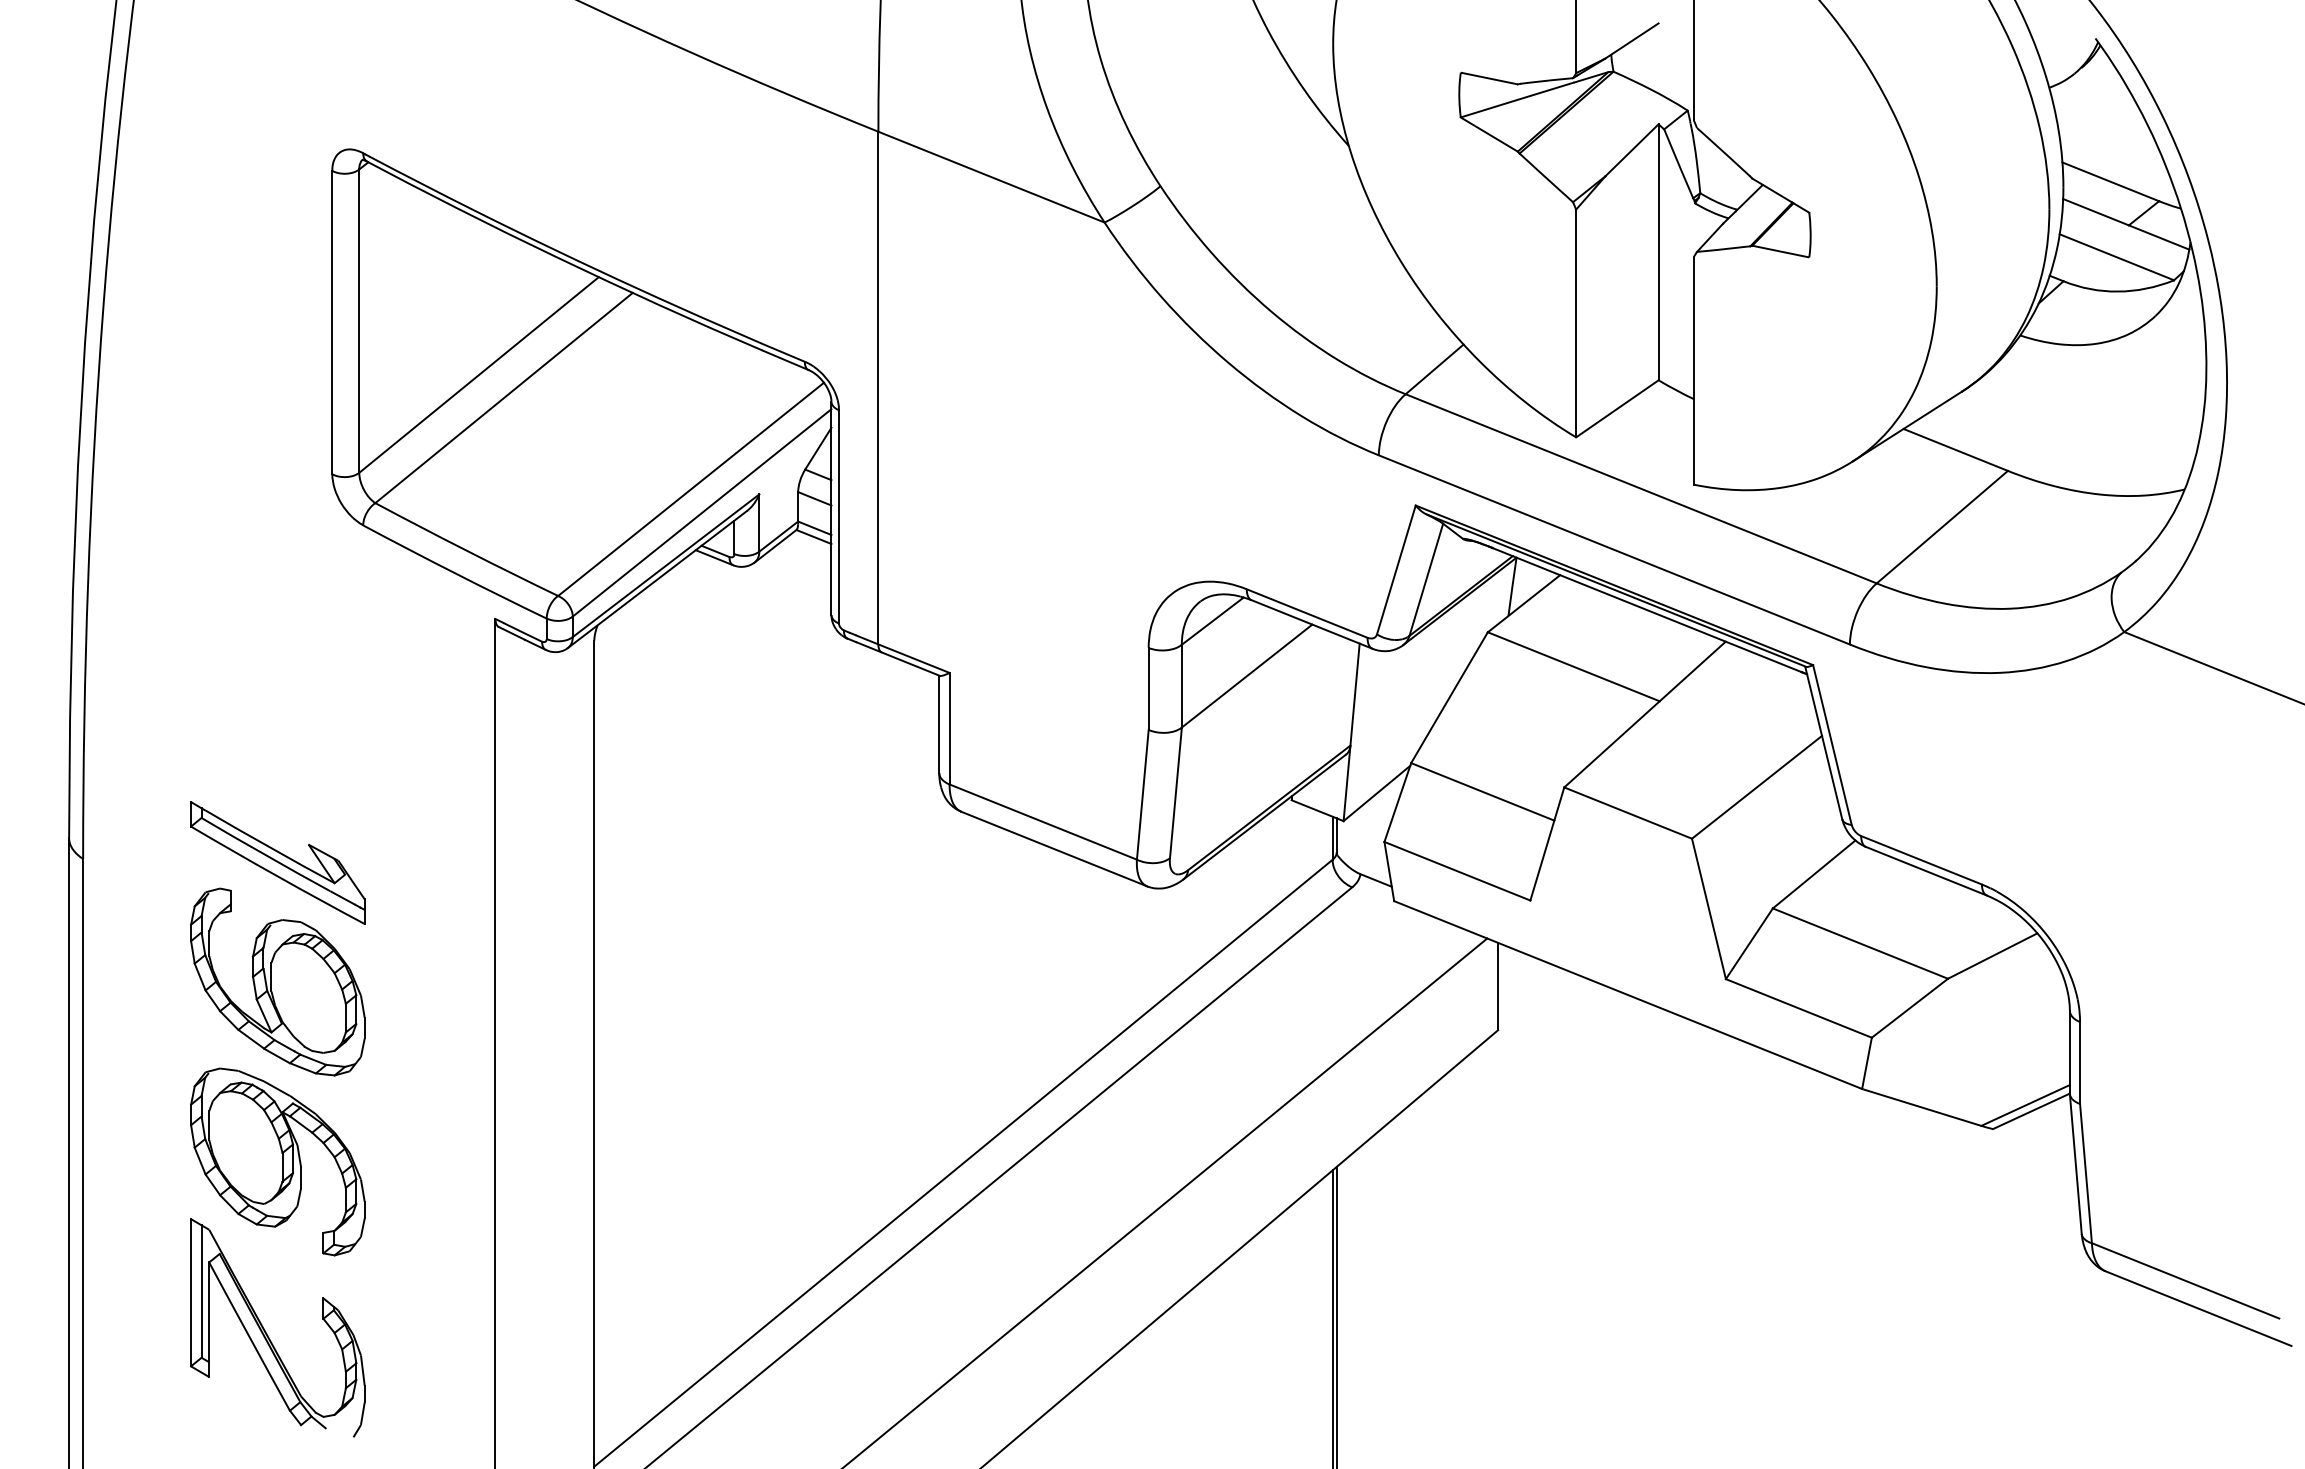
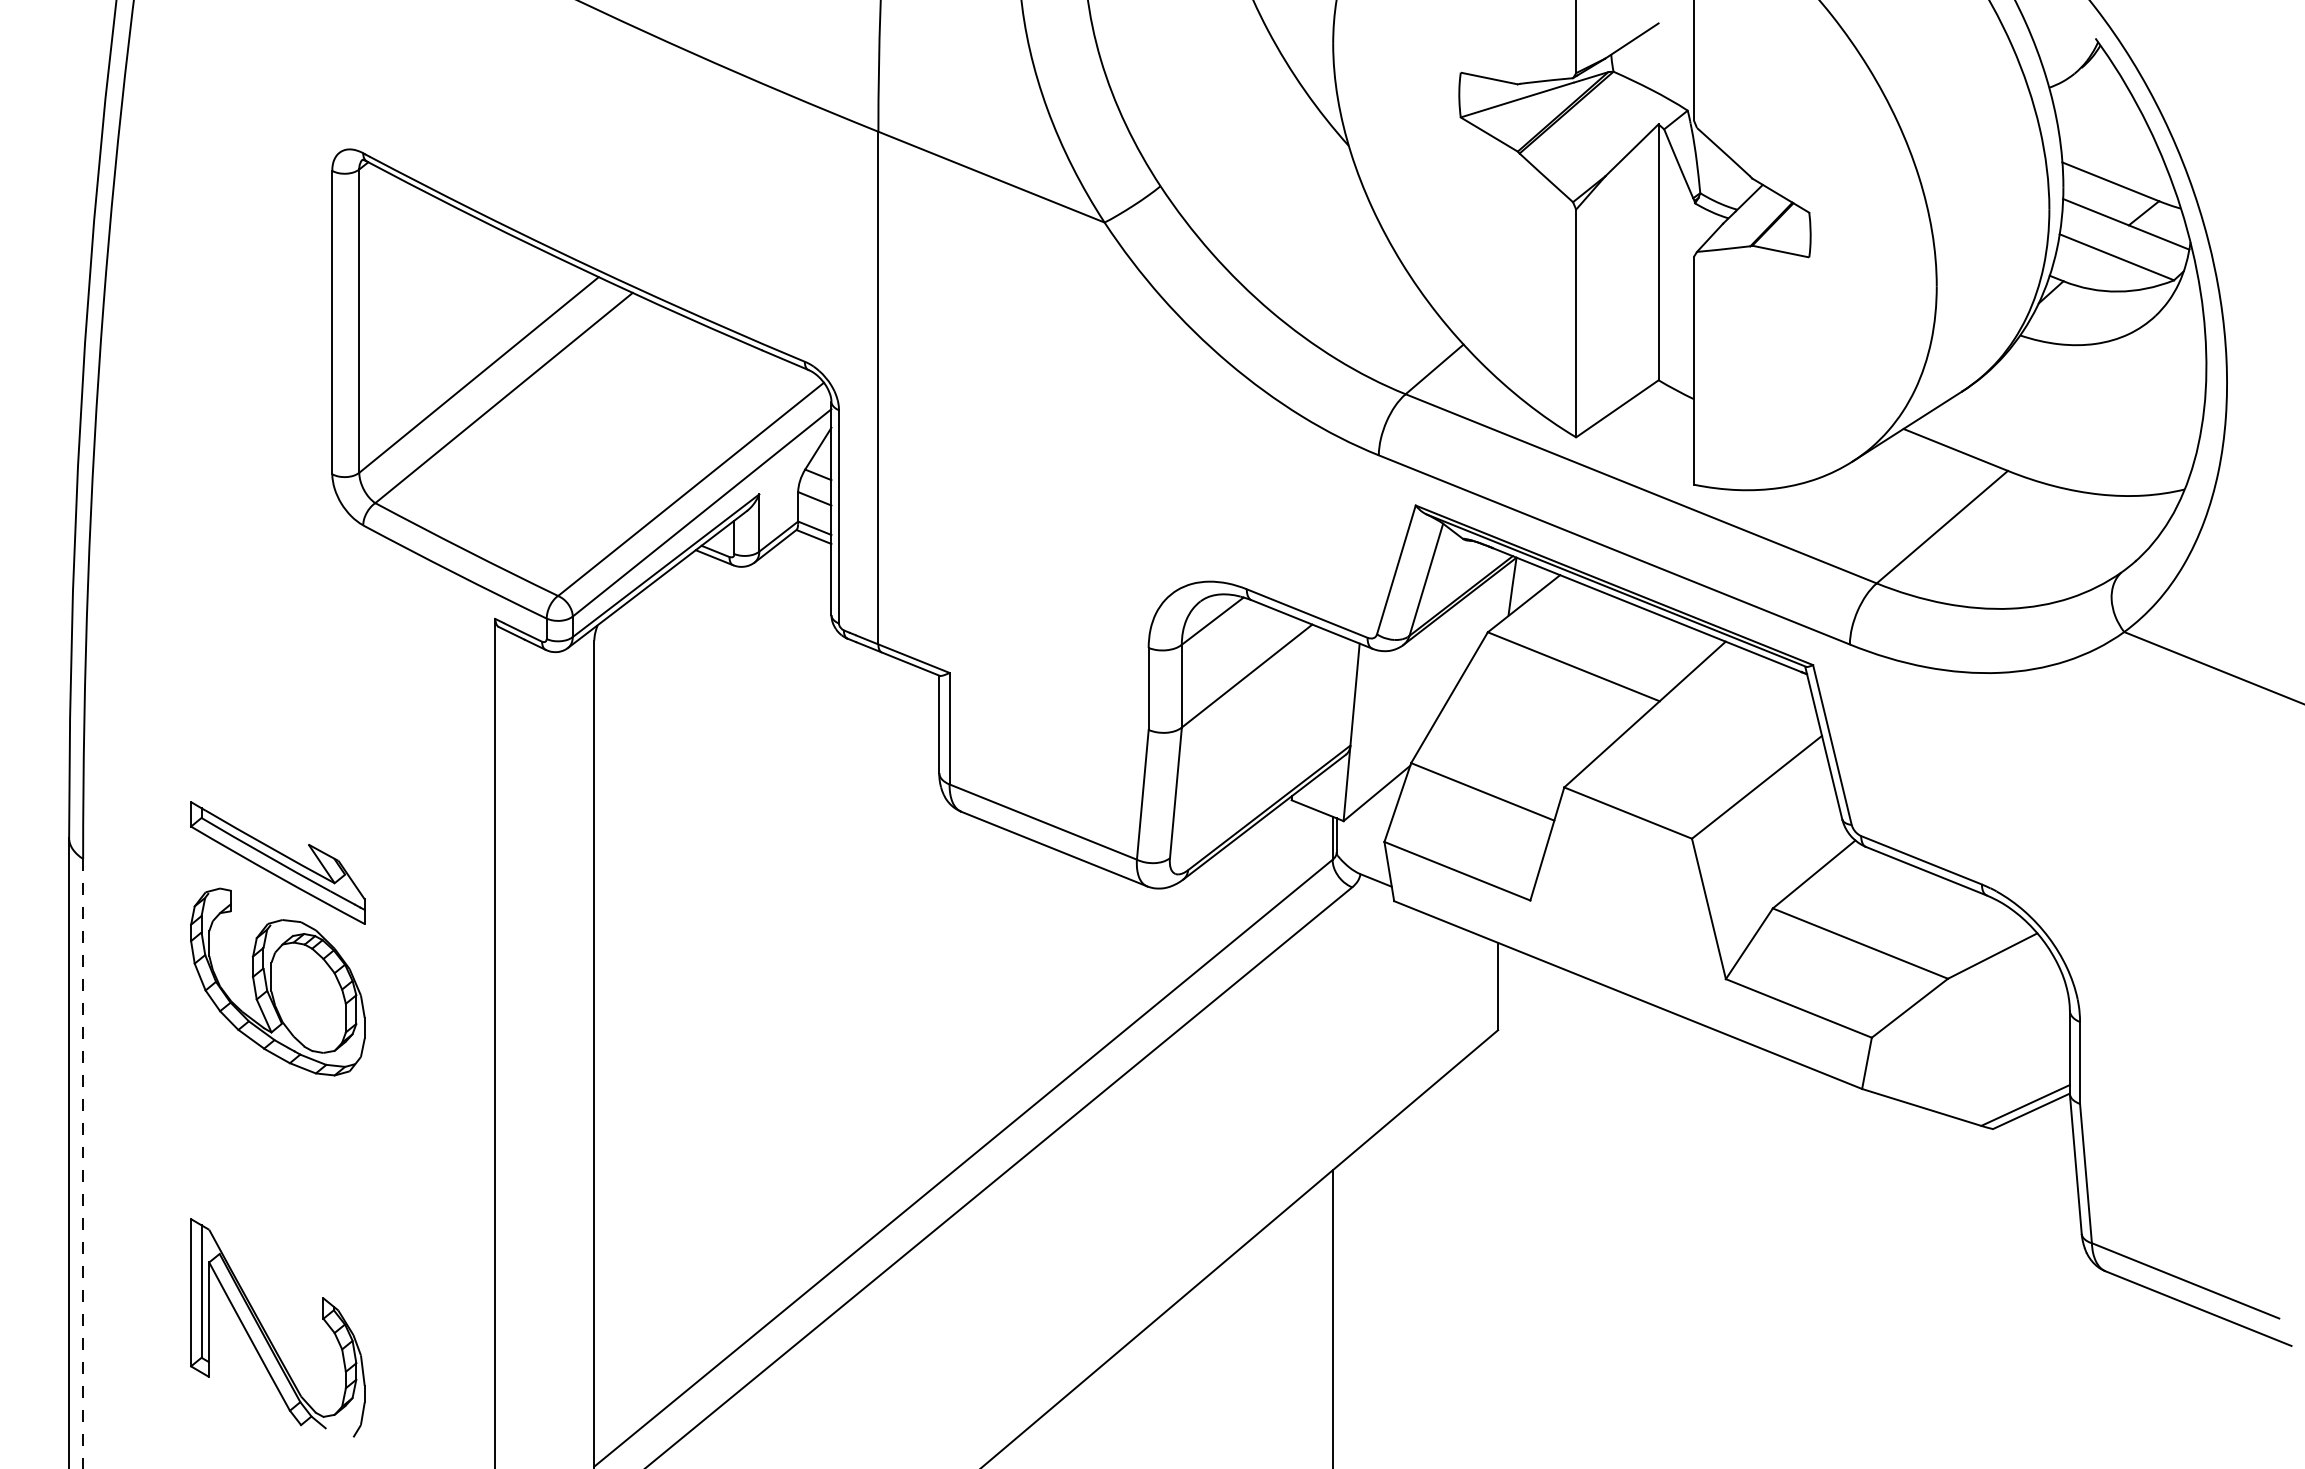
part at (277, 1161): present -> none
line at (83, 1163): solid -> dashed
line at (1166, 1201): present -> none
line at (1336, 1315): present -> none
